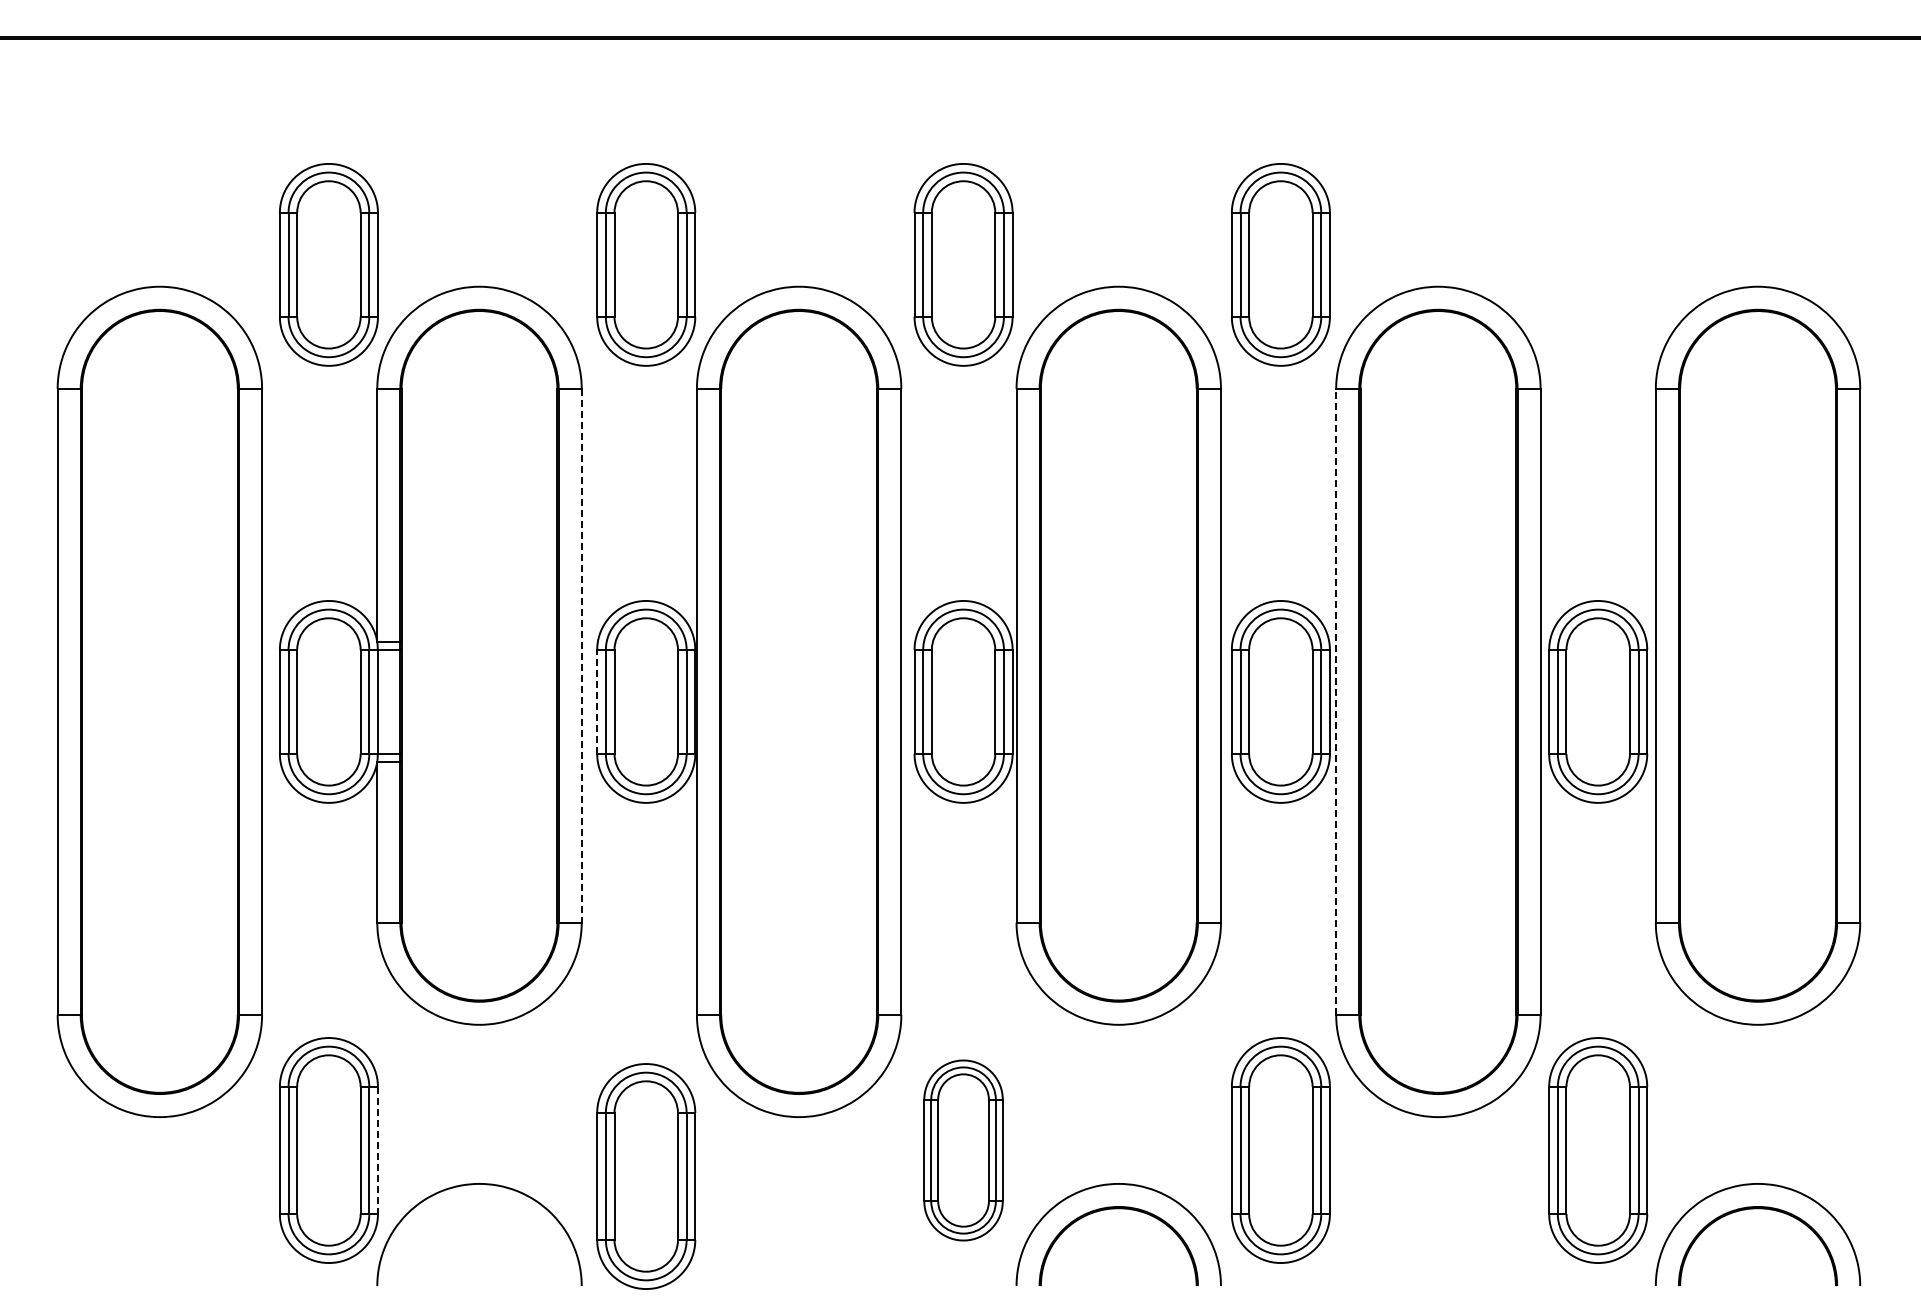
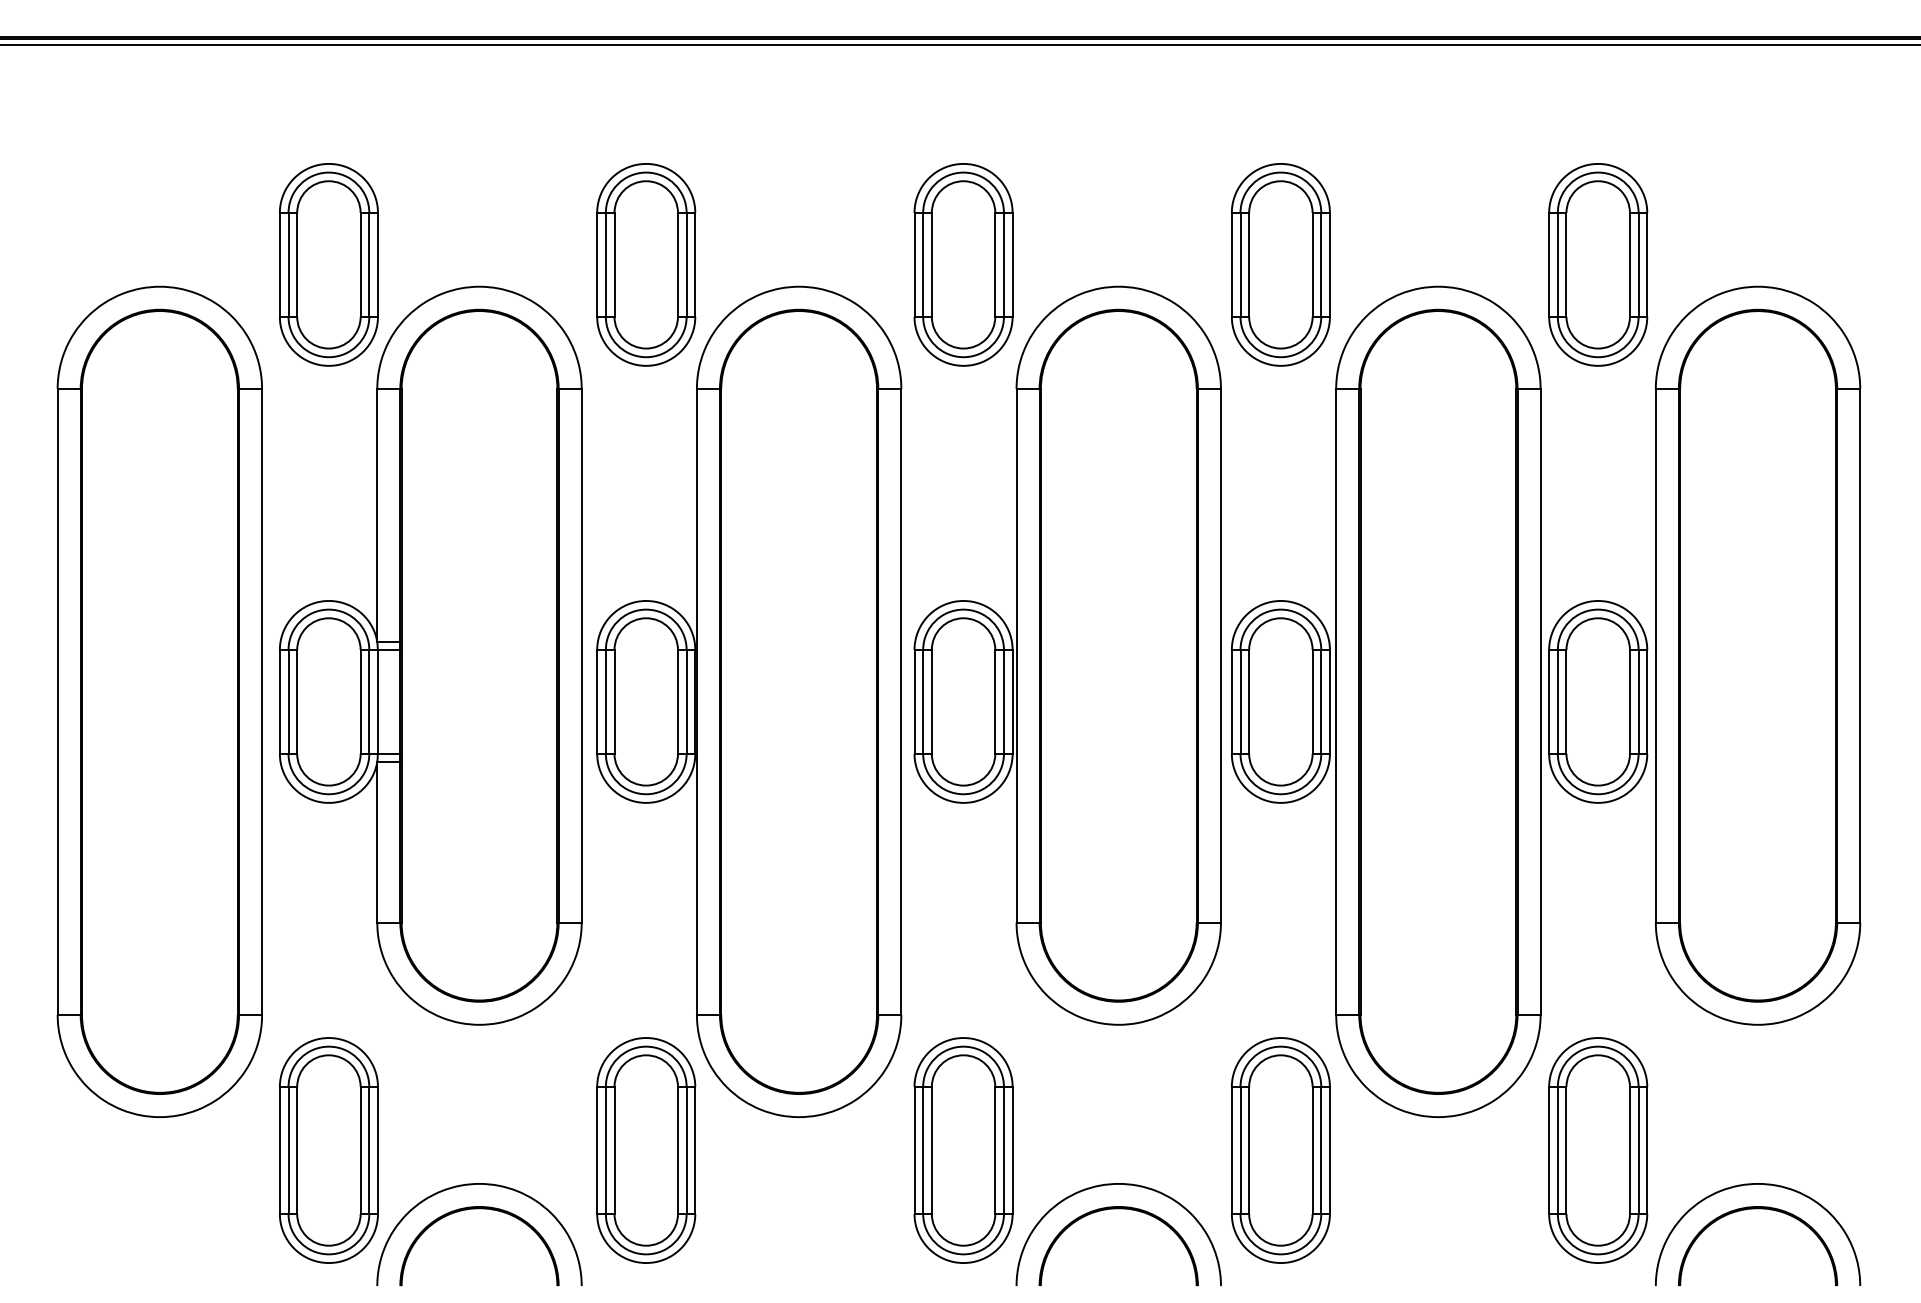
line at (959, 44): none -> present
part at (1598, 264): none -> present
line at (581, 655): dashed -> solid
line at (597, 701): dashed -> solid
line at (1336, 701): dashed -> solid
part at (963, 1150) size: 81x183 px -> 101x227 px
line at (377, 1151): dashed -> solid
part at (646, 1176) position: (646, 1176) -> (646, 1150)
part at (479, 1209): none -> present
